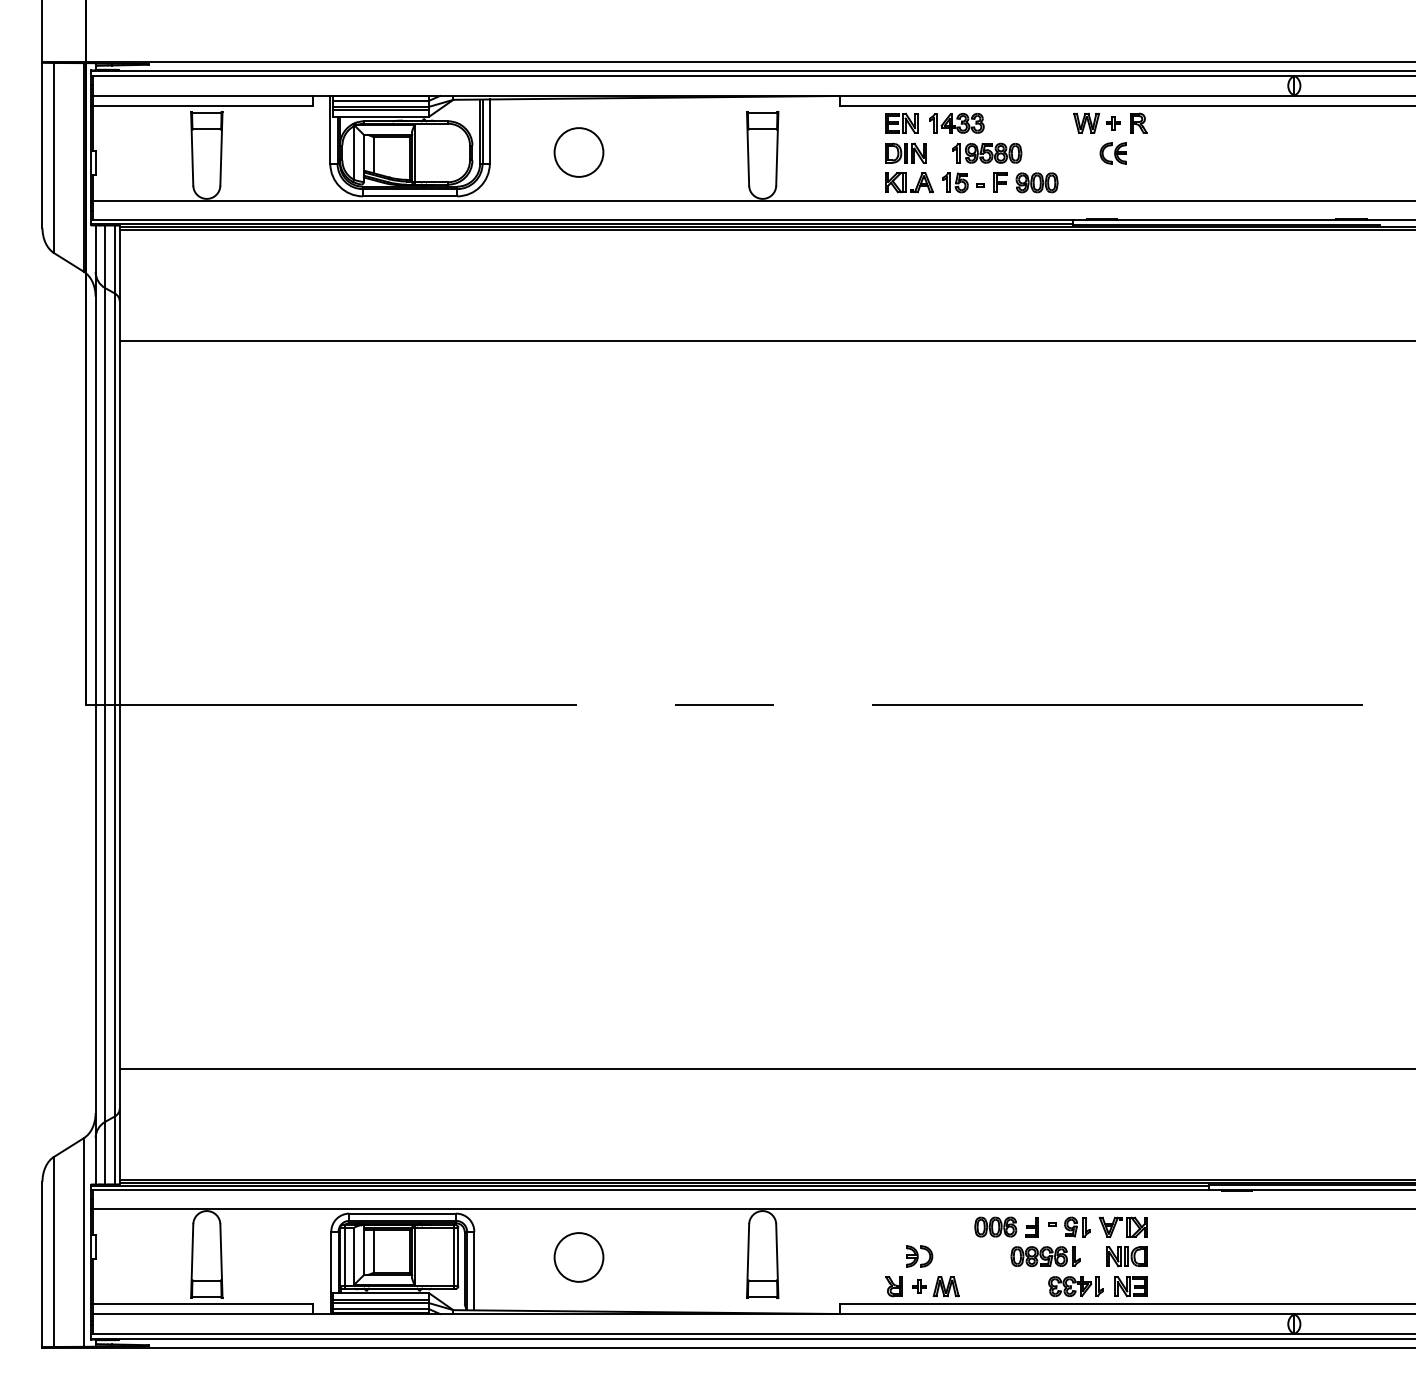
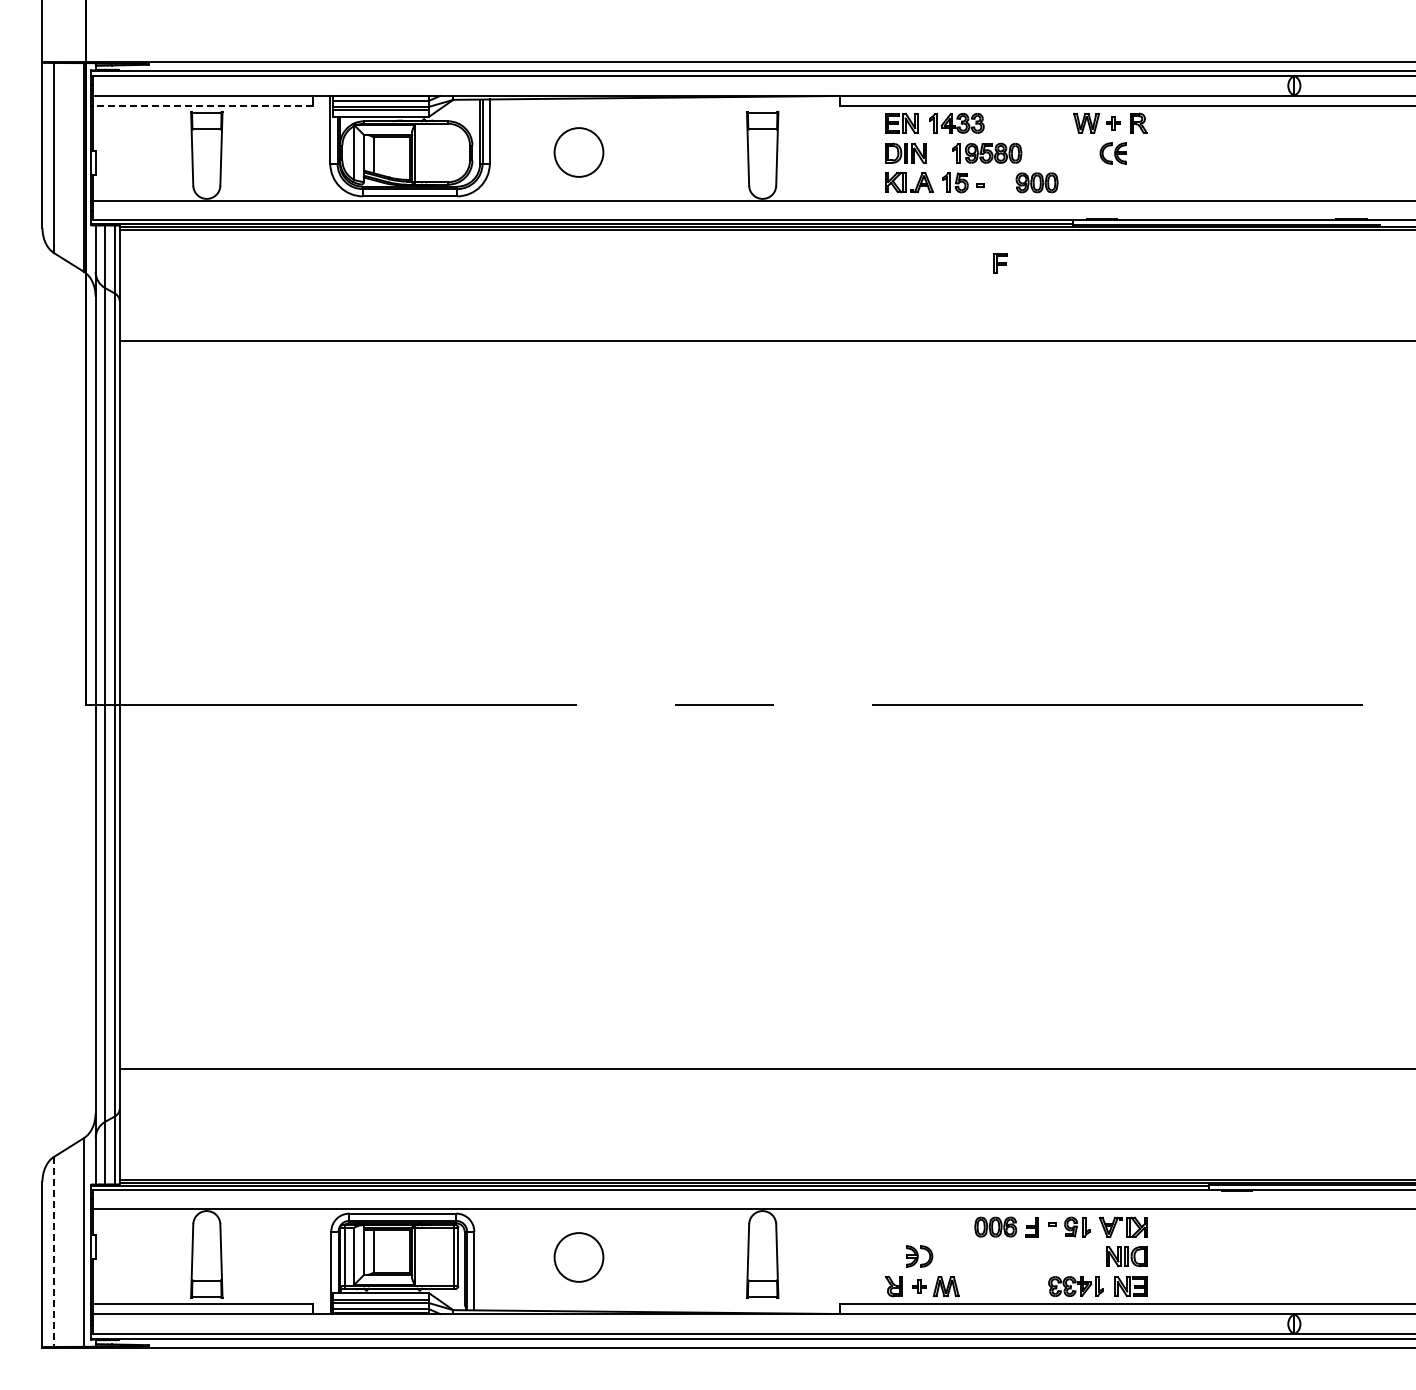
line at (203, 105): solid -> dashed
part at (1000, 182) position: (1000, 182) -> (1000, 263)
line at (53, 1252): solid -> dashed
part at (1045, 1256): present -> none
